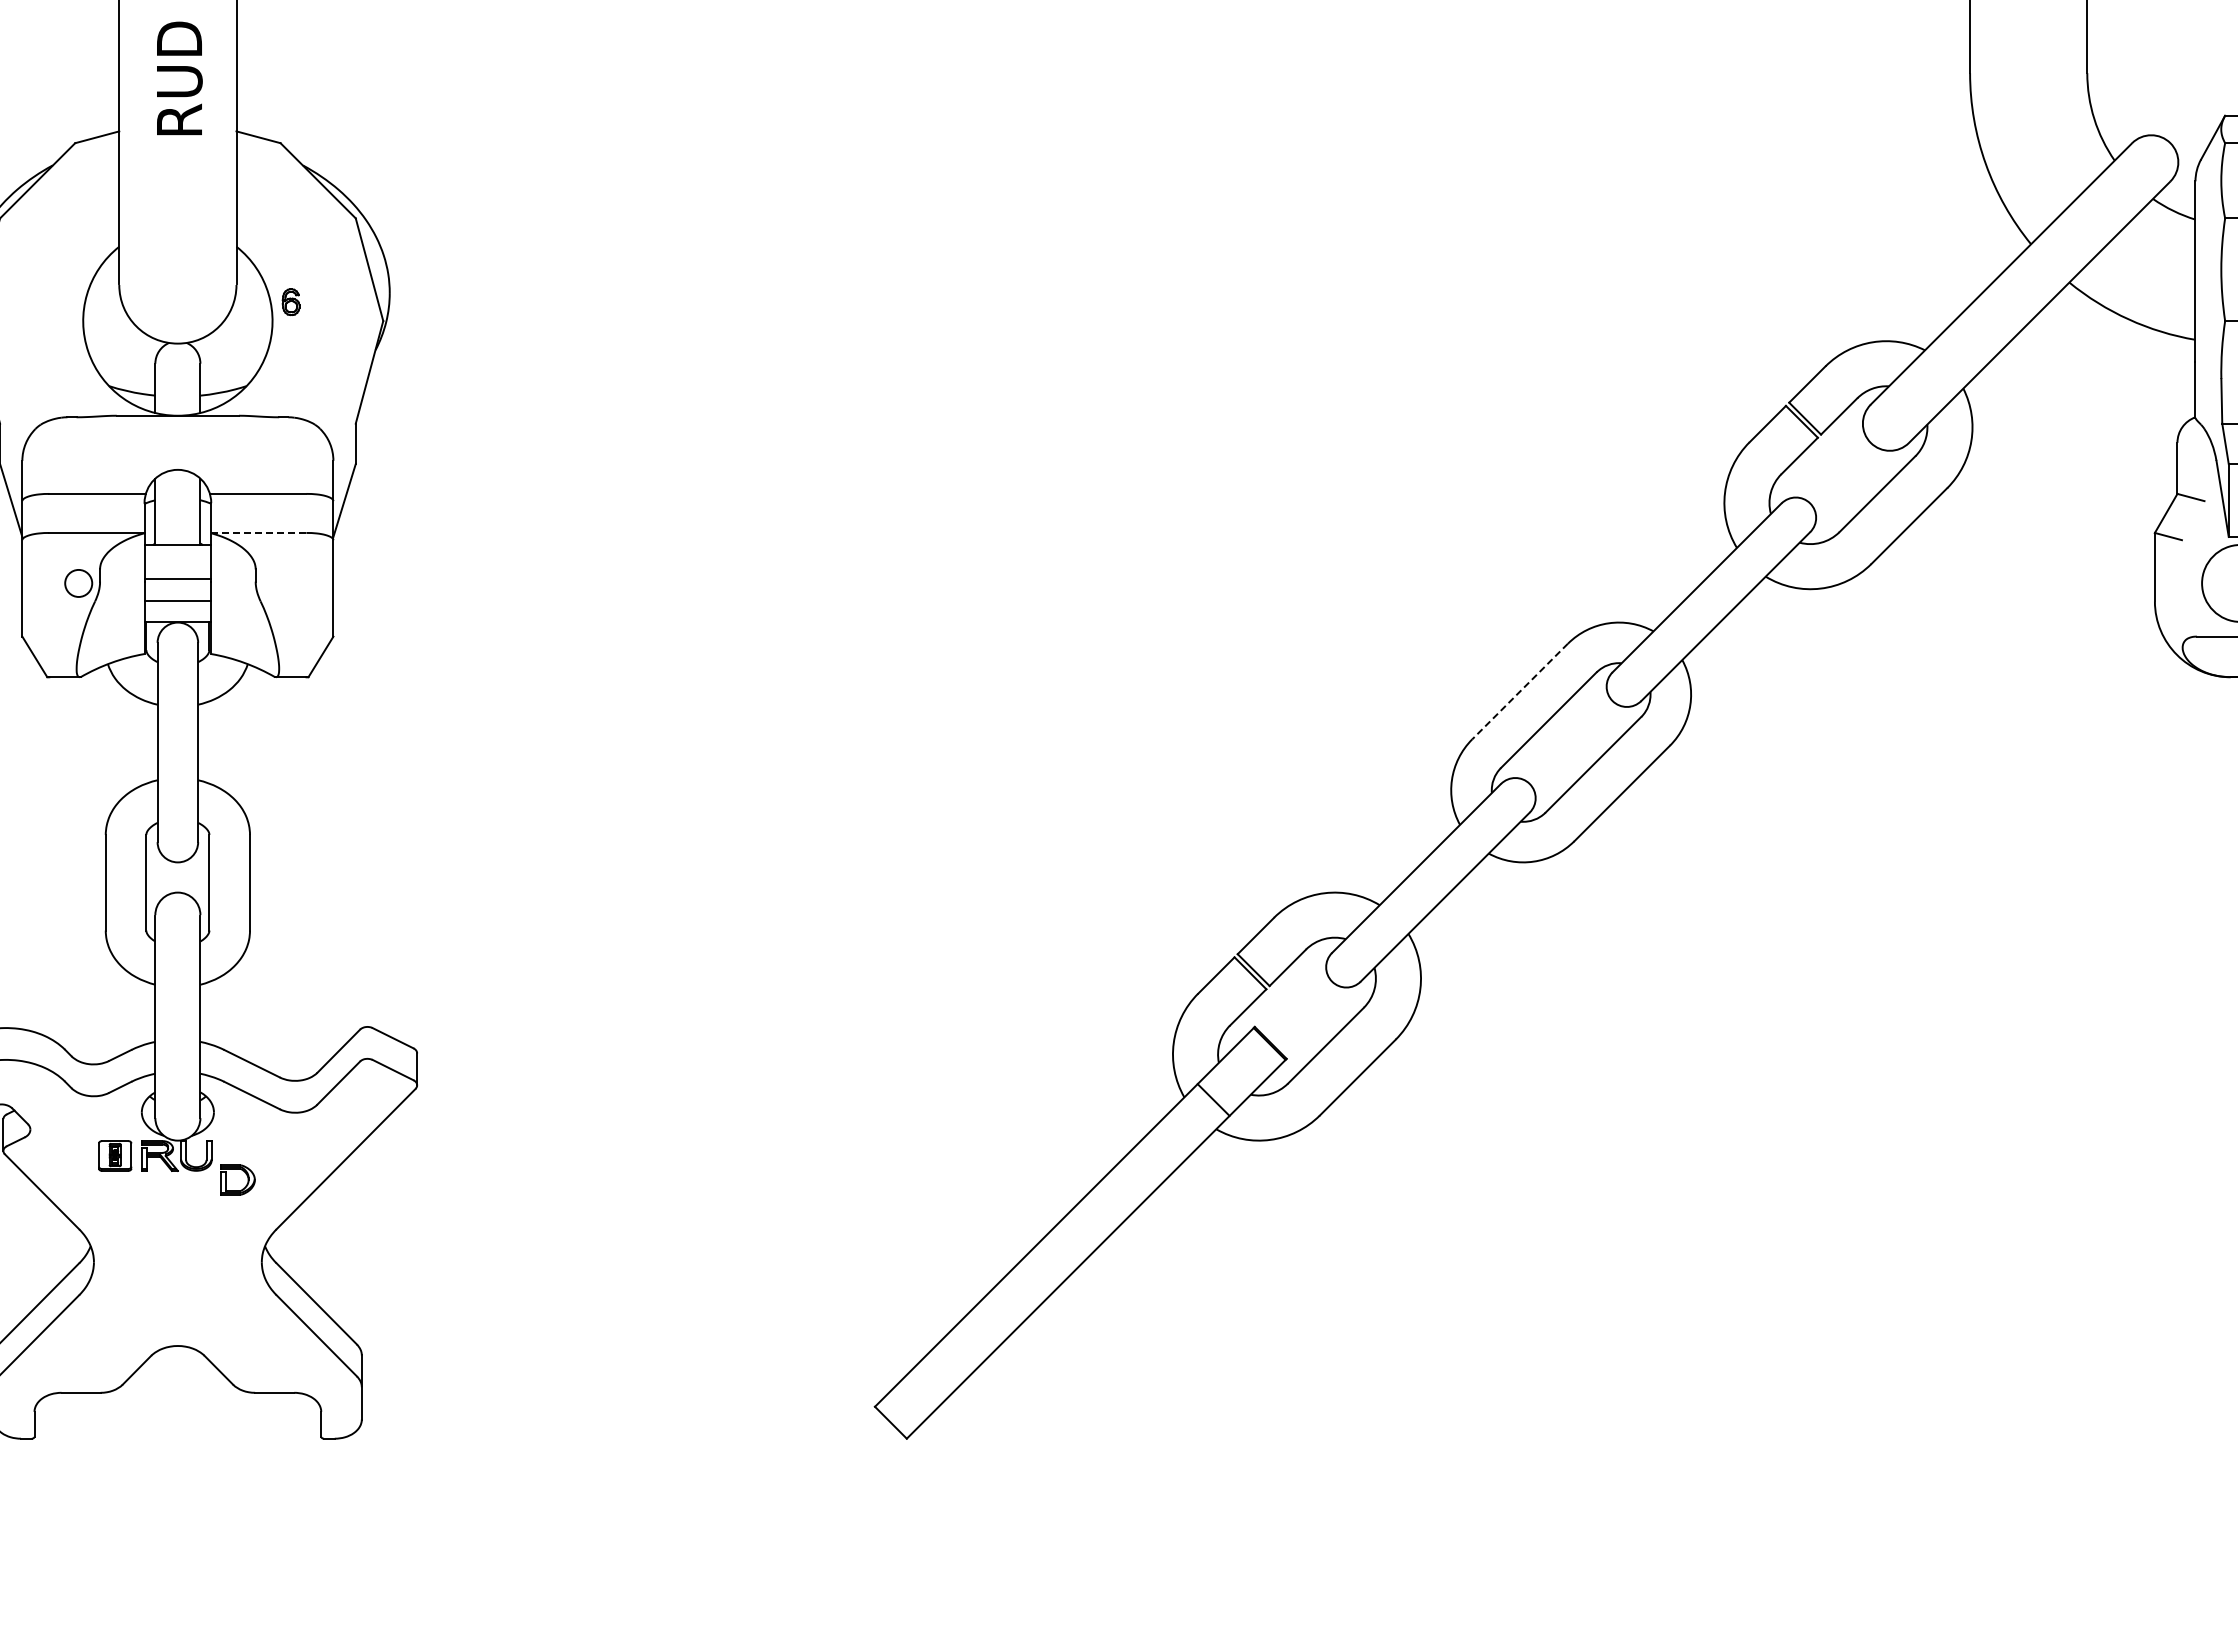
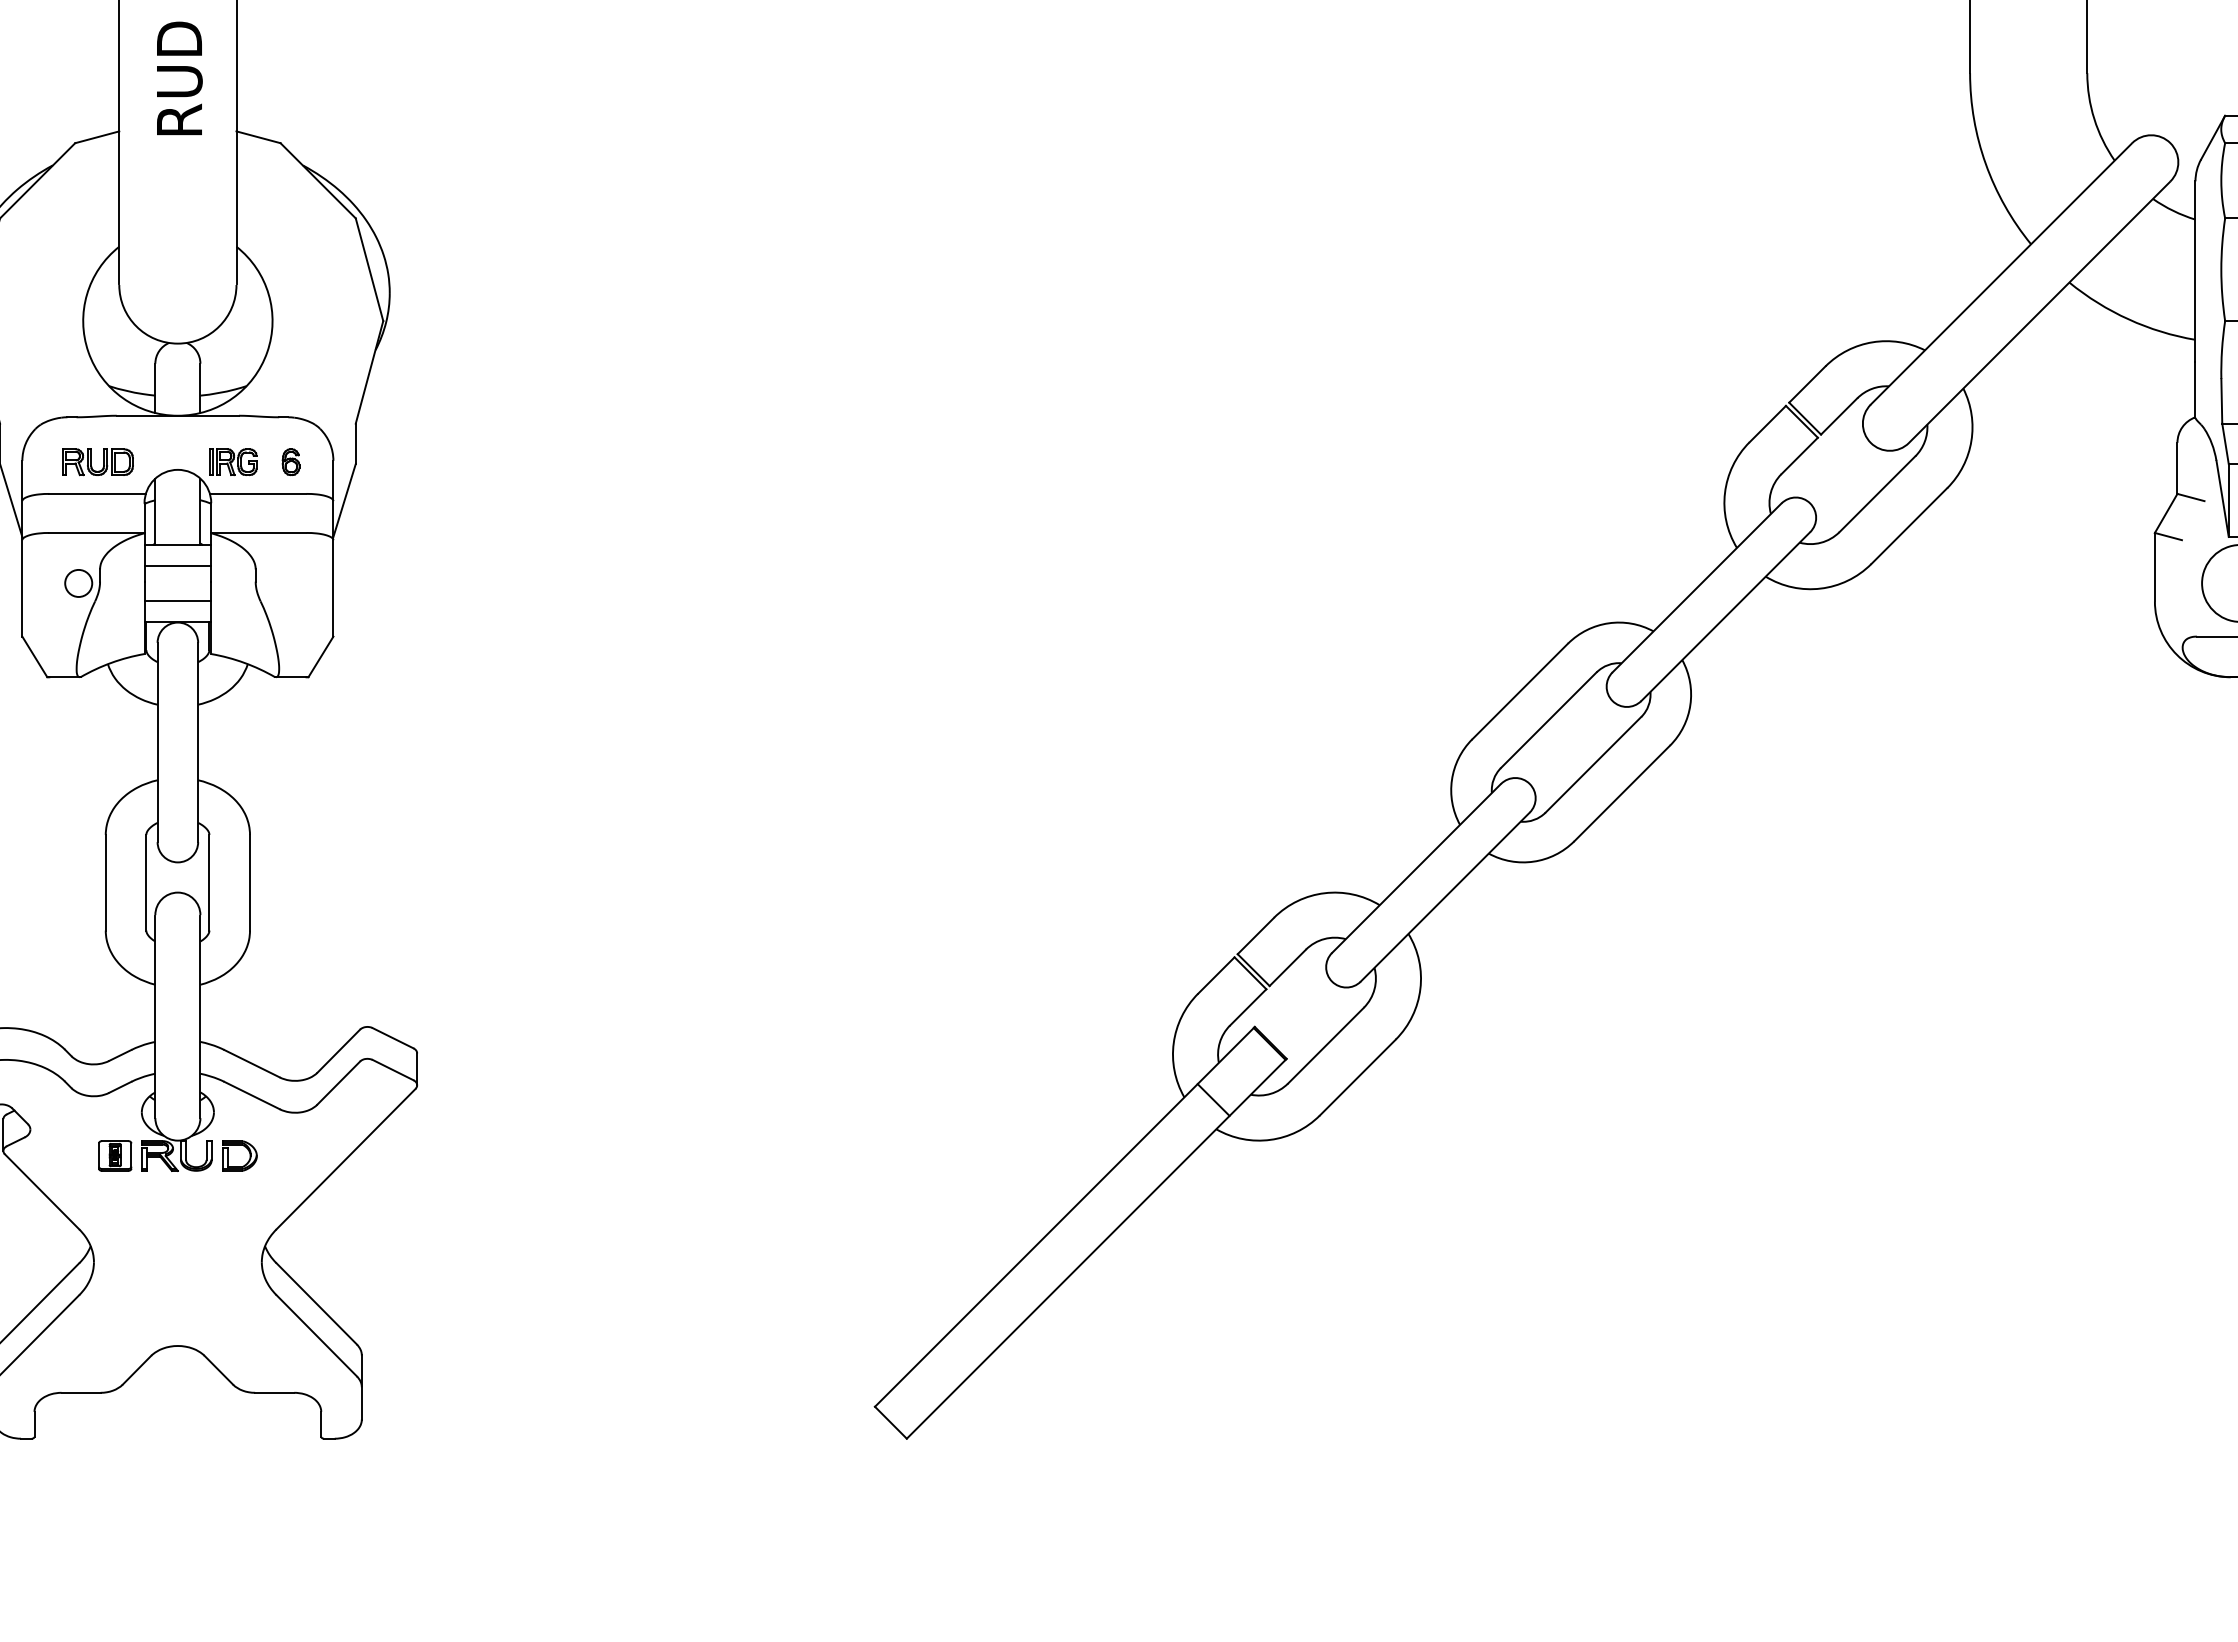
part at (290, 302) position: (290, 302) -> (290, 462)
part at (233, 461): none -> present
part at (97, 462): none -> present
line at (258, 532): dashed -> solid
line at (177, 578) position: (177, 578) -> (177, 565)
line at (1520, 691): dashed -> solid
part at (242, 1171) position: (242, 1171) -> (244, 1147)
